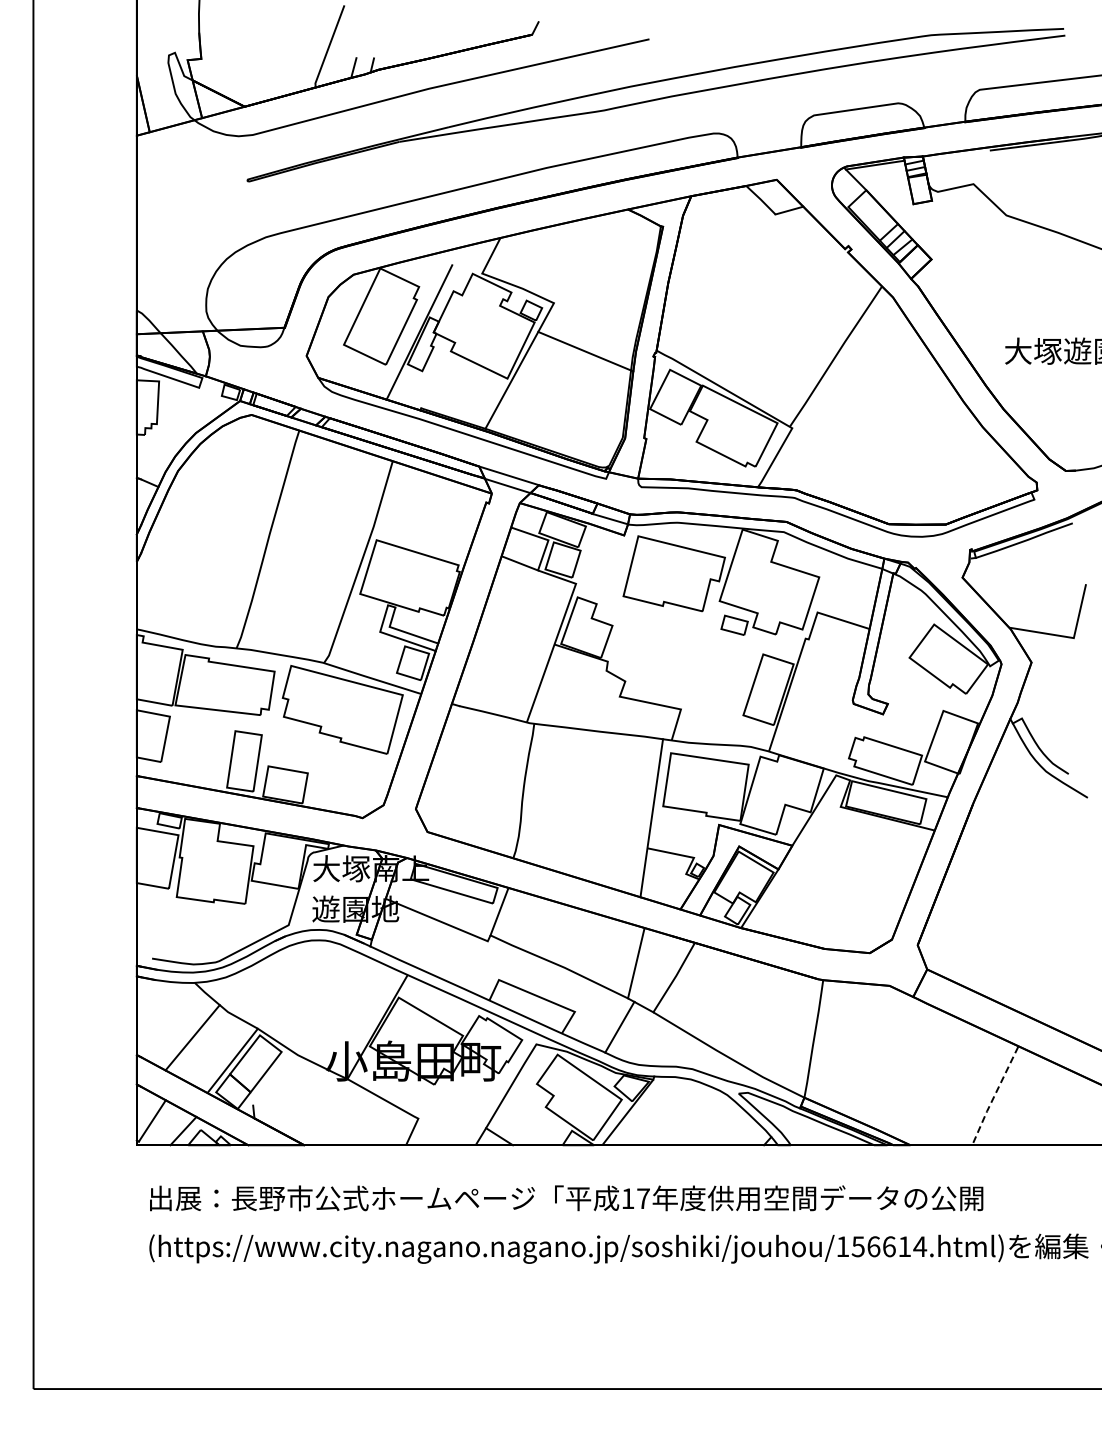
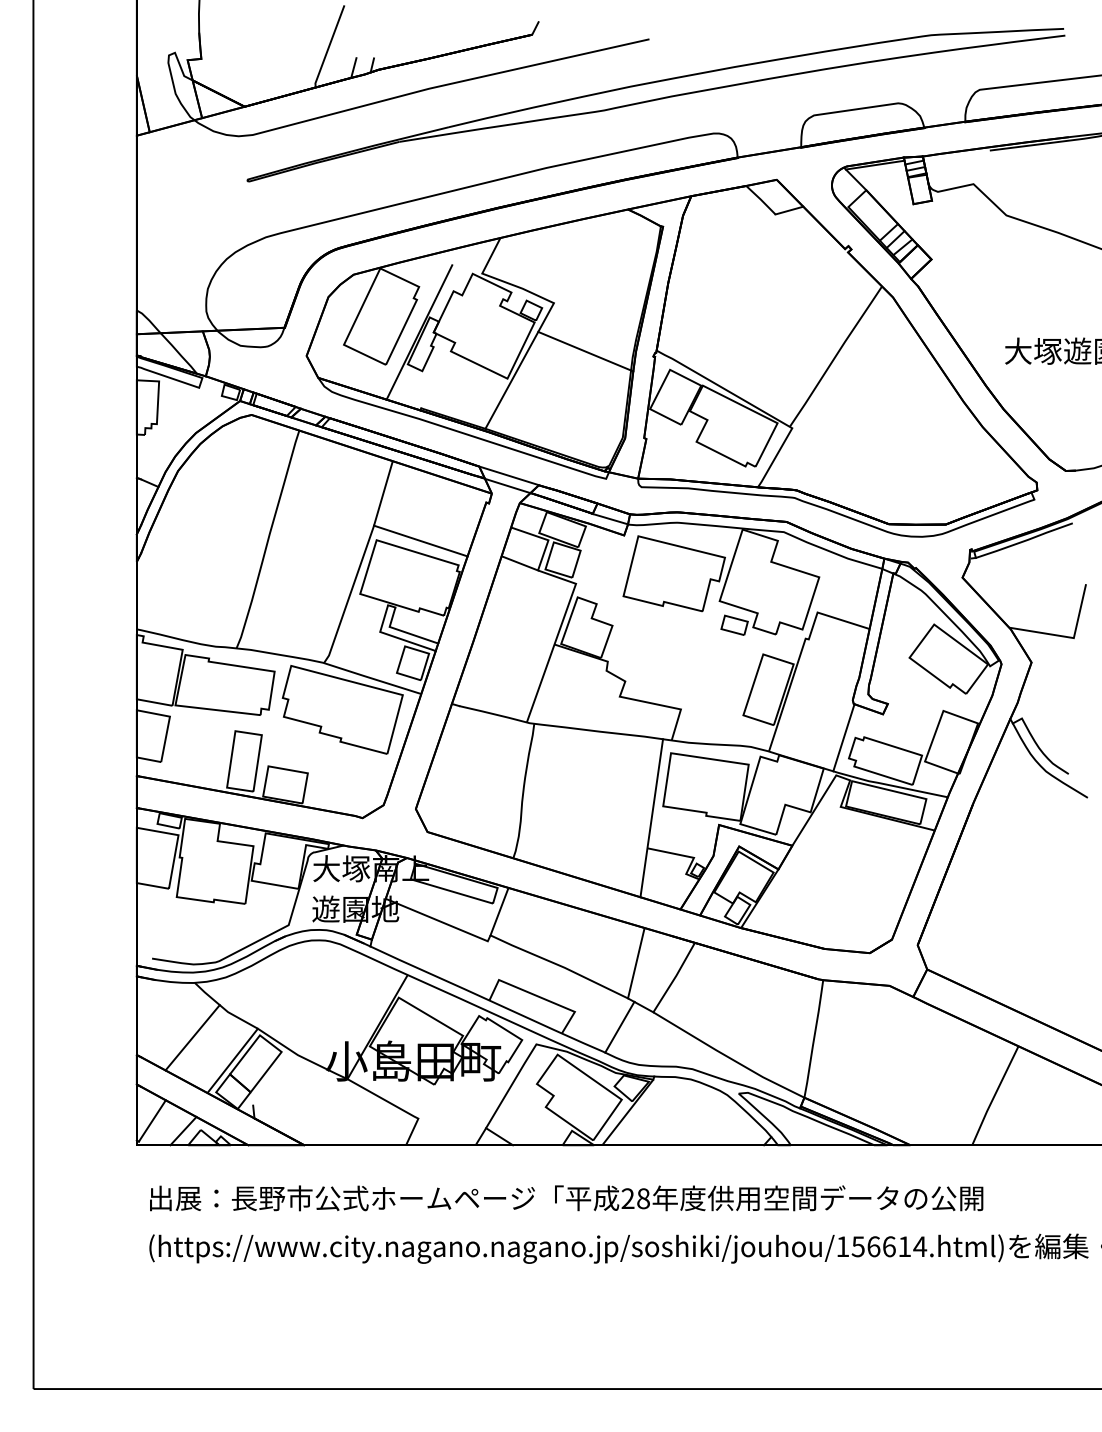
line at (420, 540): none -> present
line at (843, 737): none -> present
line at (994, 1097): dashed -> solid
text at (635, 1198): 17 -> 28
